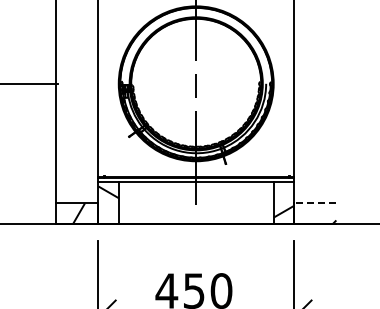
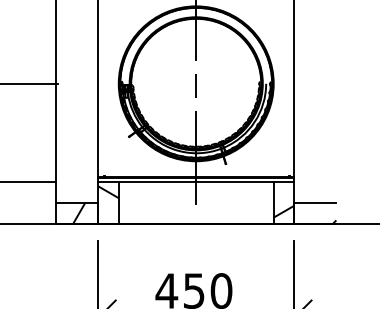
line at (29, 181): none -> present
line at (314, 203): dashed -> solid
